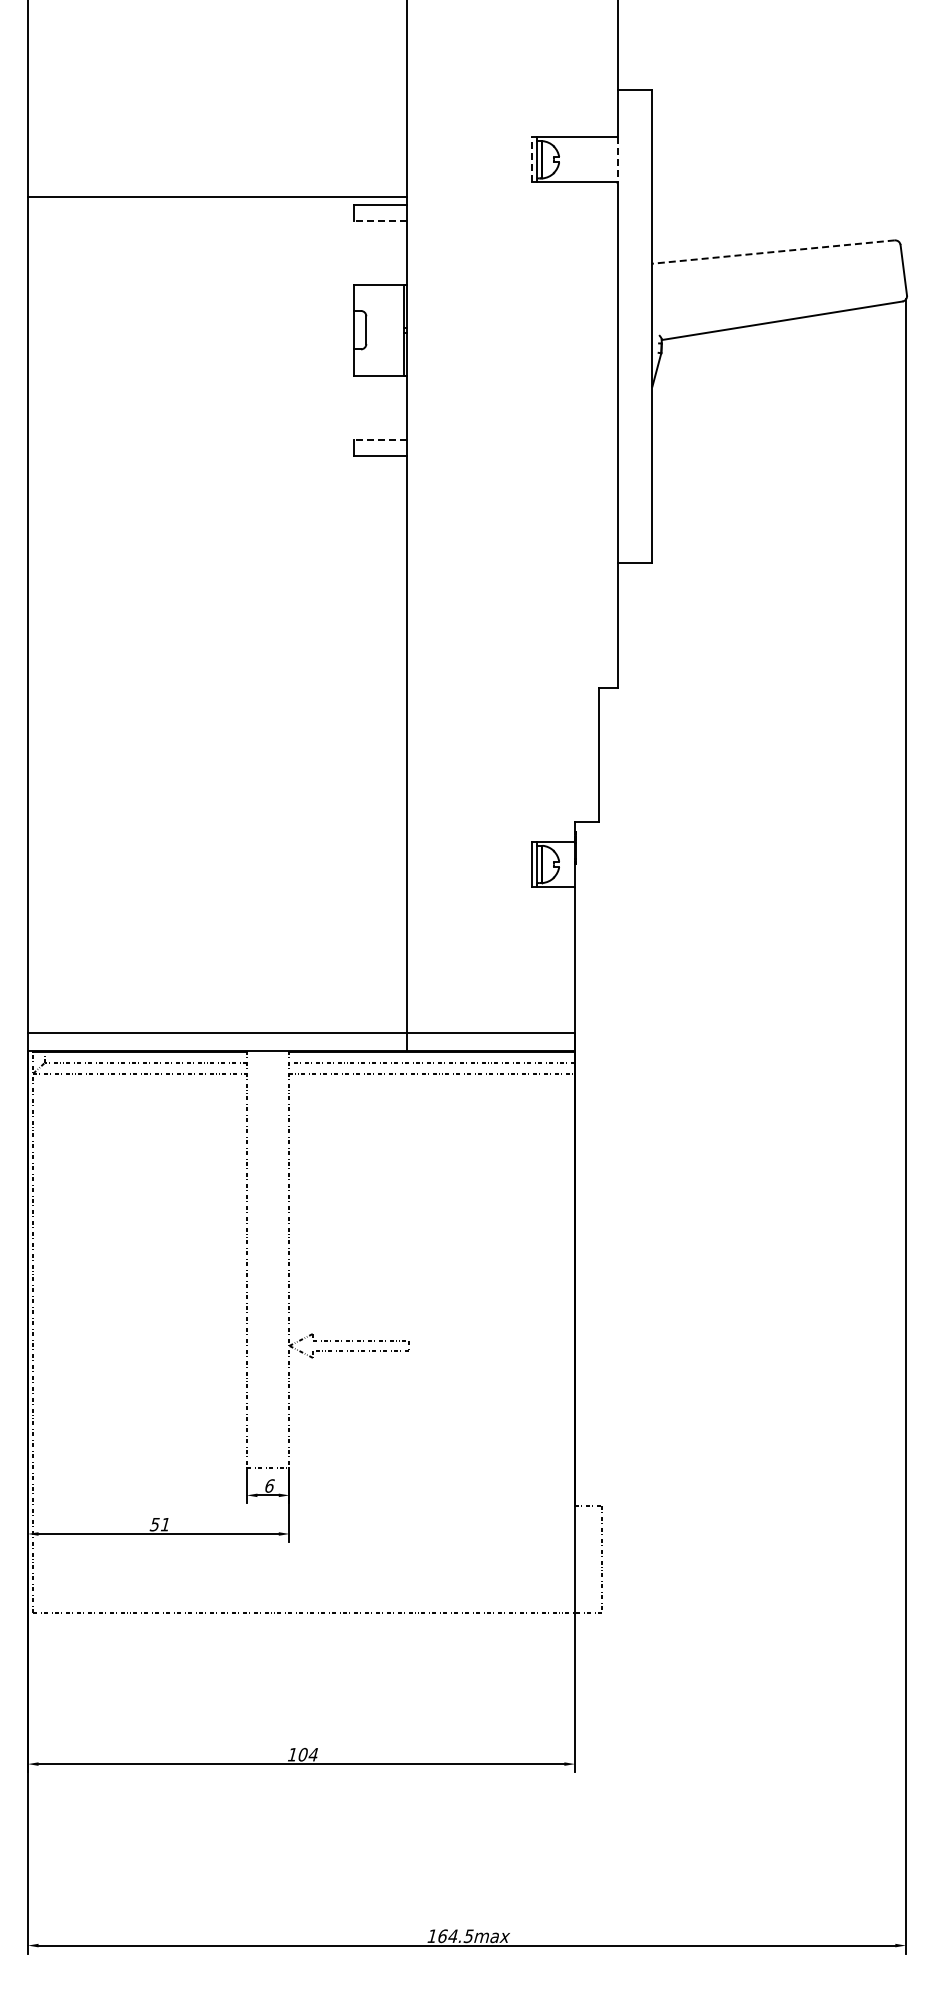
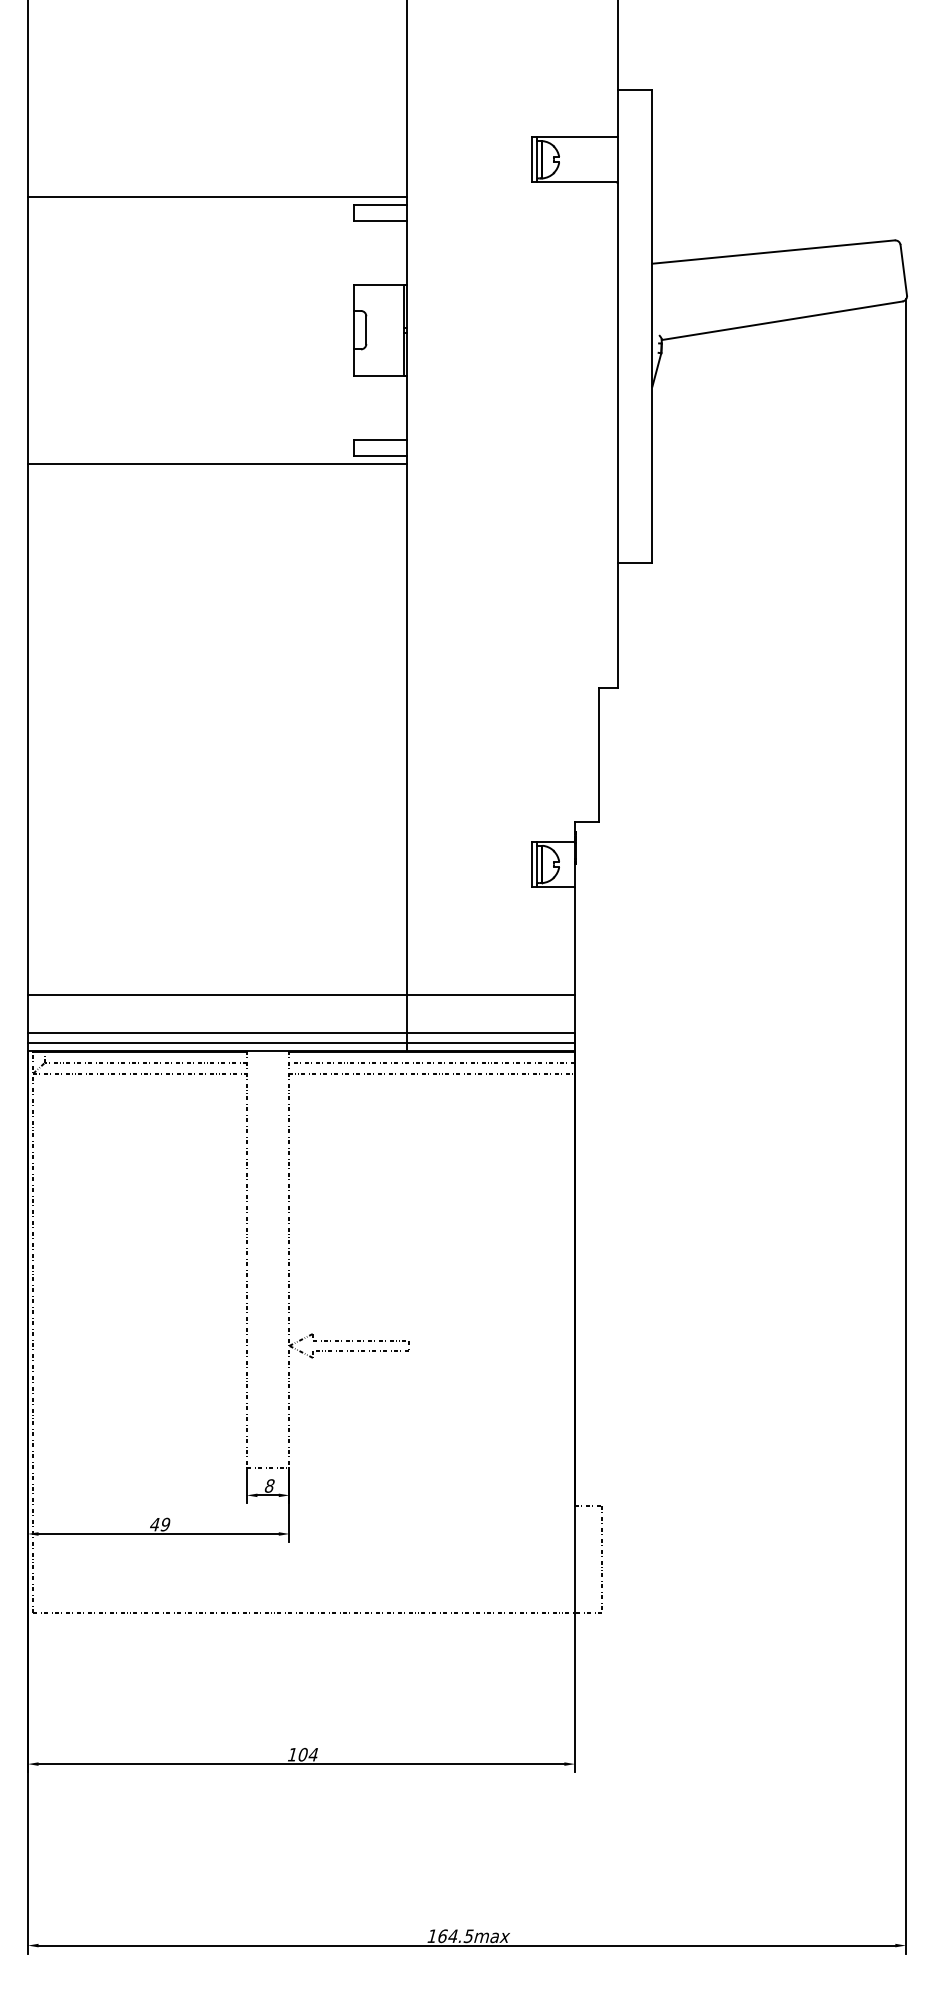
line at (532, 159): dashed -> solid
line at (617, 159): dashed -> solid
line at (380, 221): dashed -> solid
line at (773, 252): dashed -> solid
line at (380, 440): dashed -> solid
line at (216, 464): none -> present
line at (301, 995): none -> present
line at (301, 1043): none -> present
text at (269, 1485): 6 -> 8
text at (159, 1524): 51 -> 49
